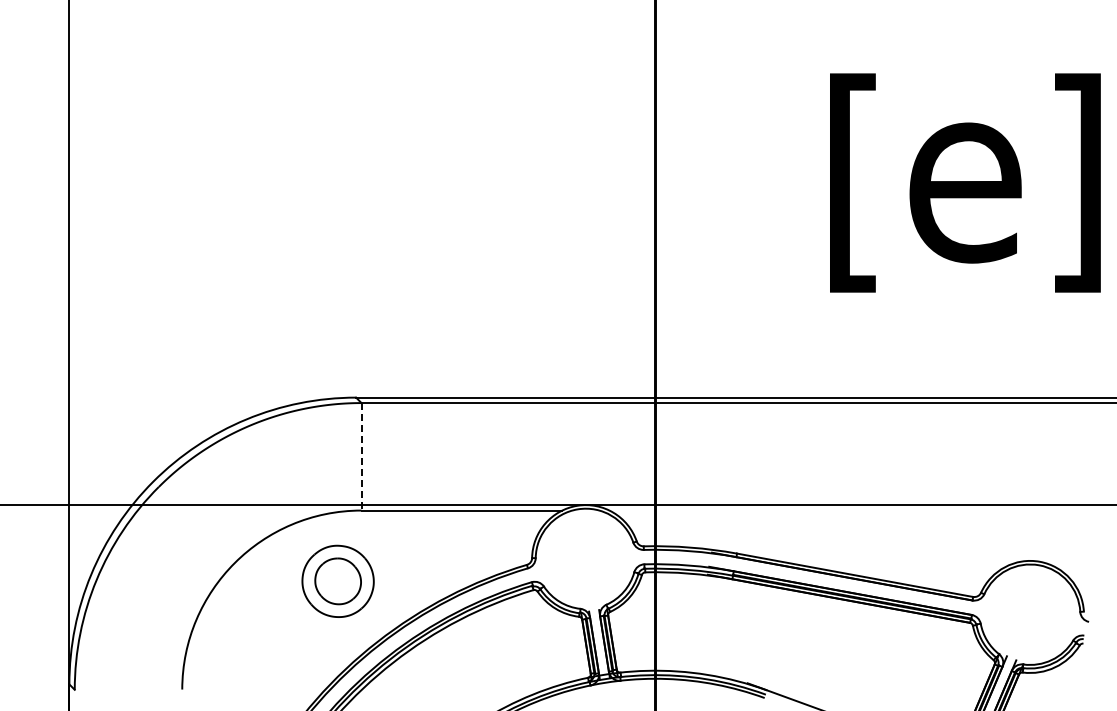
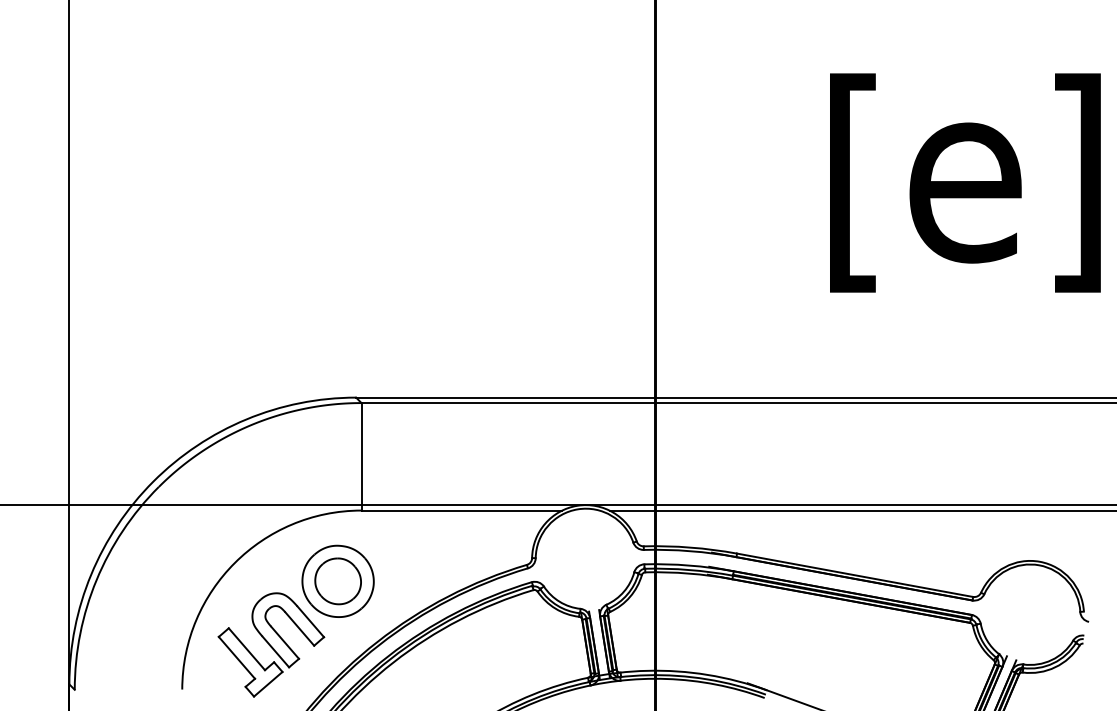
line at (361, 456): dashed -> solid
line at (861, 510): none -> present
part at (271, 644): none -> present
